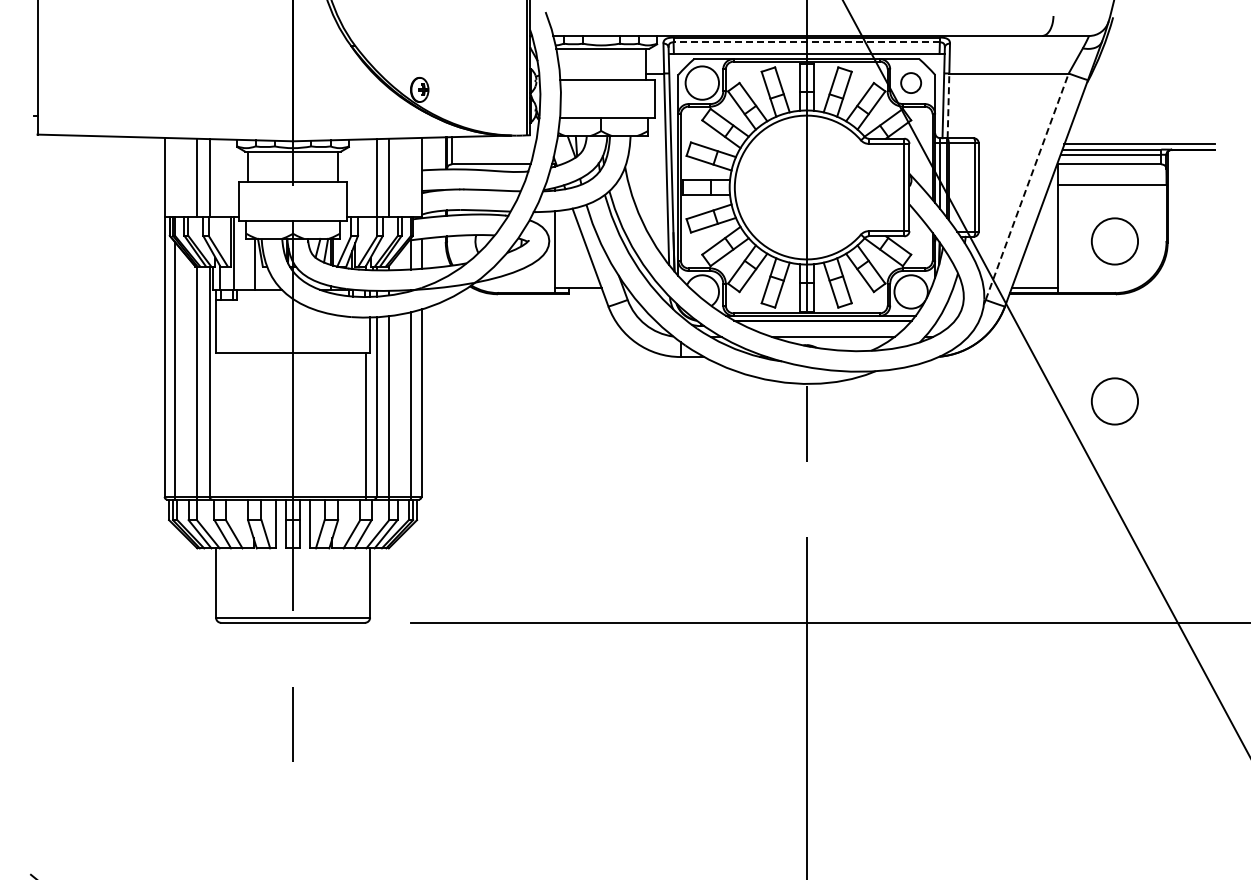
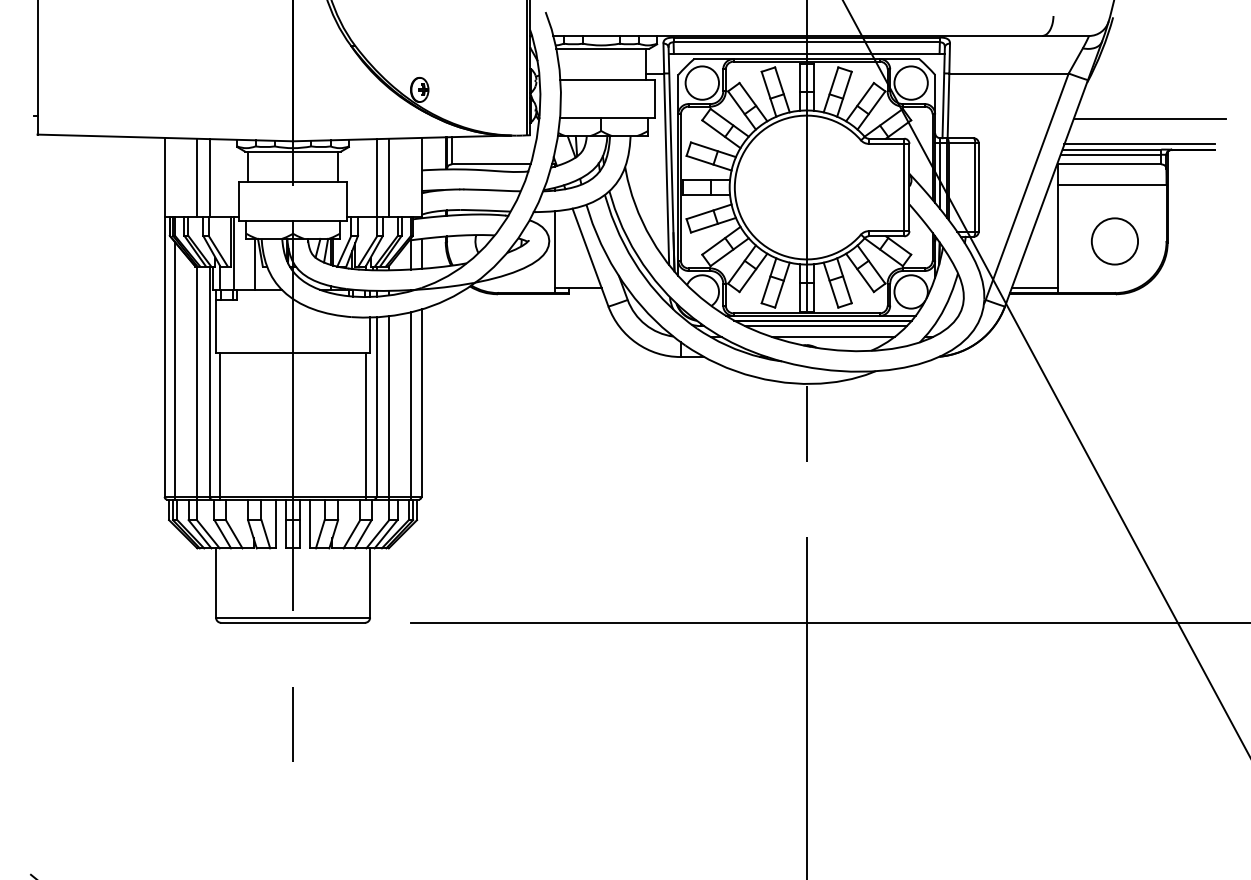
line at (806, 42): dashed -> solid
circle at (911, 83) diameter: 20 px -> 33 px
line at (948, 105): dashed -> solid
line at (1149, 118): none -> present
line at (1027, 186): dashed -> solid
line at (825, 326): none -> present
circle at (1114, 401): present -> none
line at (219, 426): none -> present
